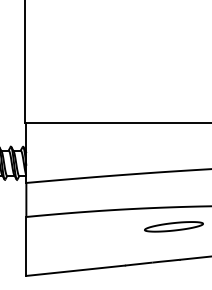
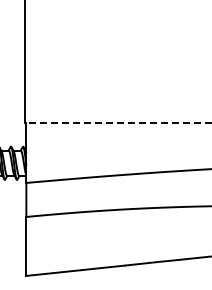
line at (117, 123): solid -> dashed
part at (173, 226): present -> none
